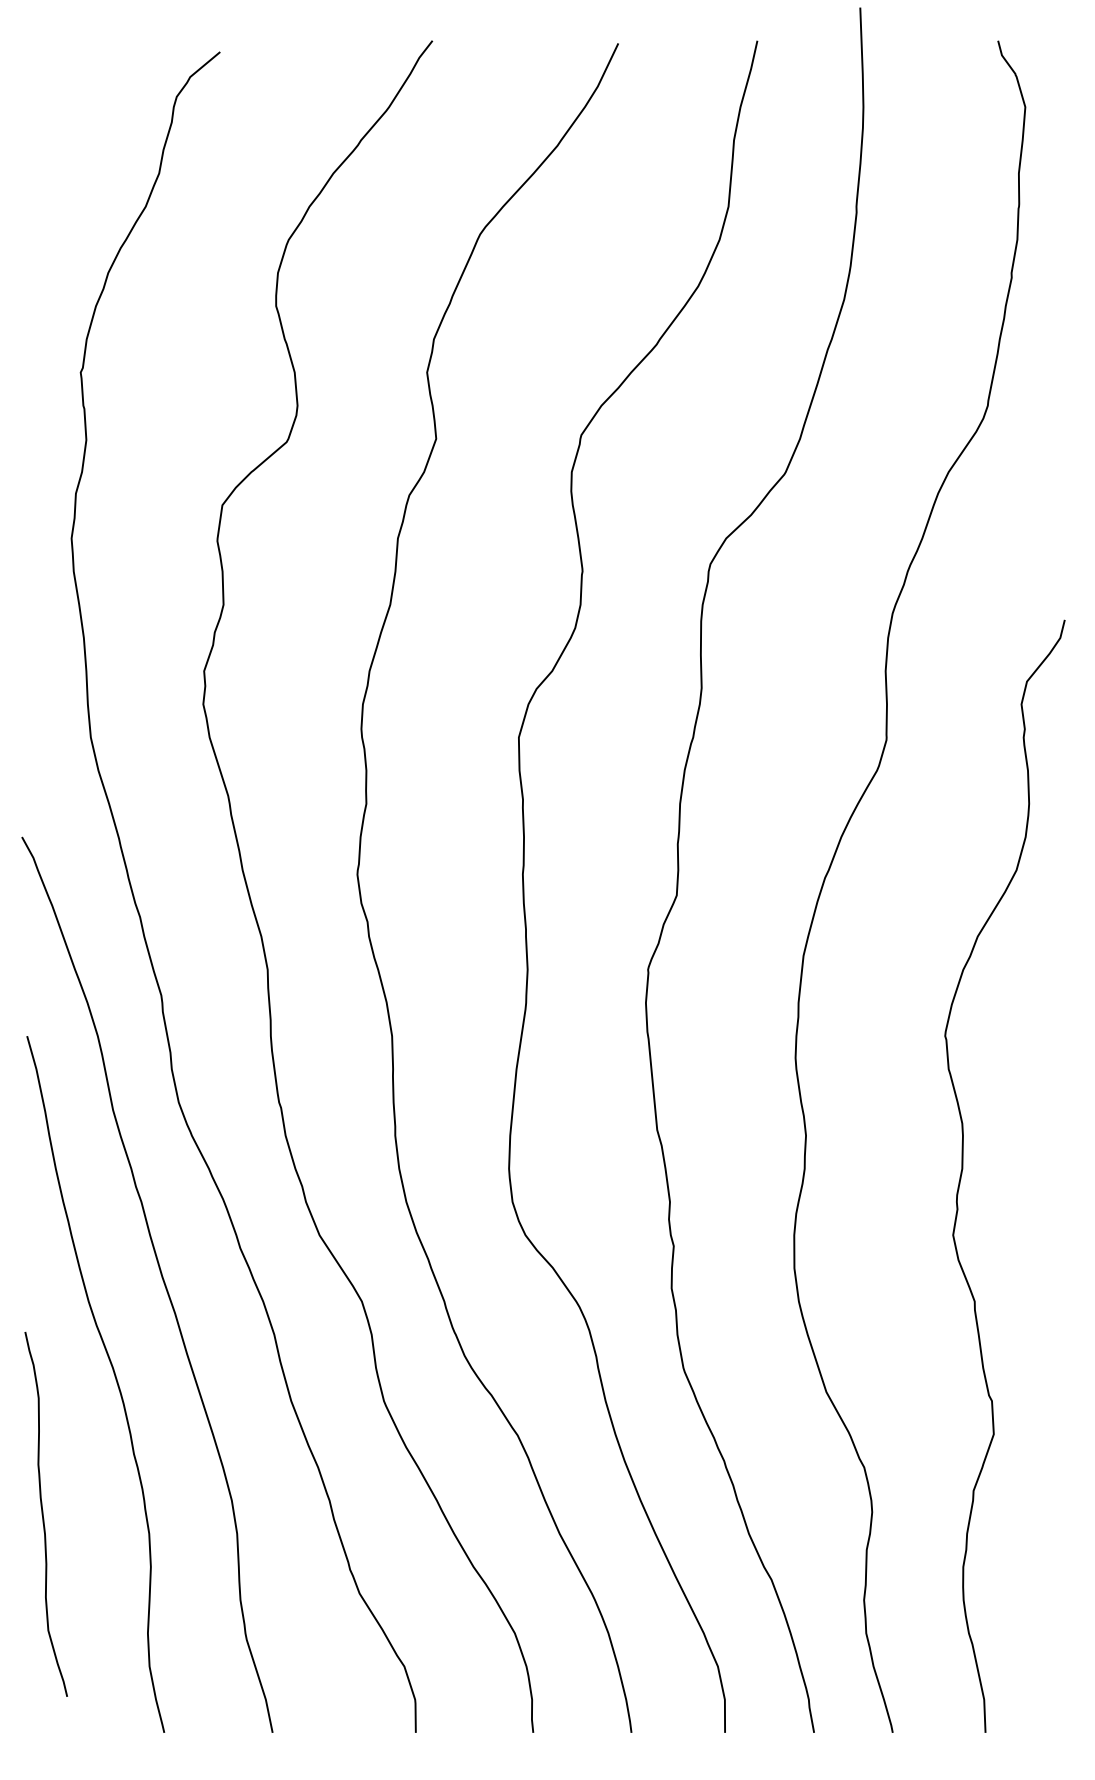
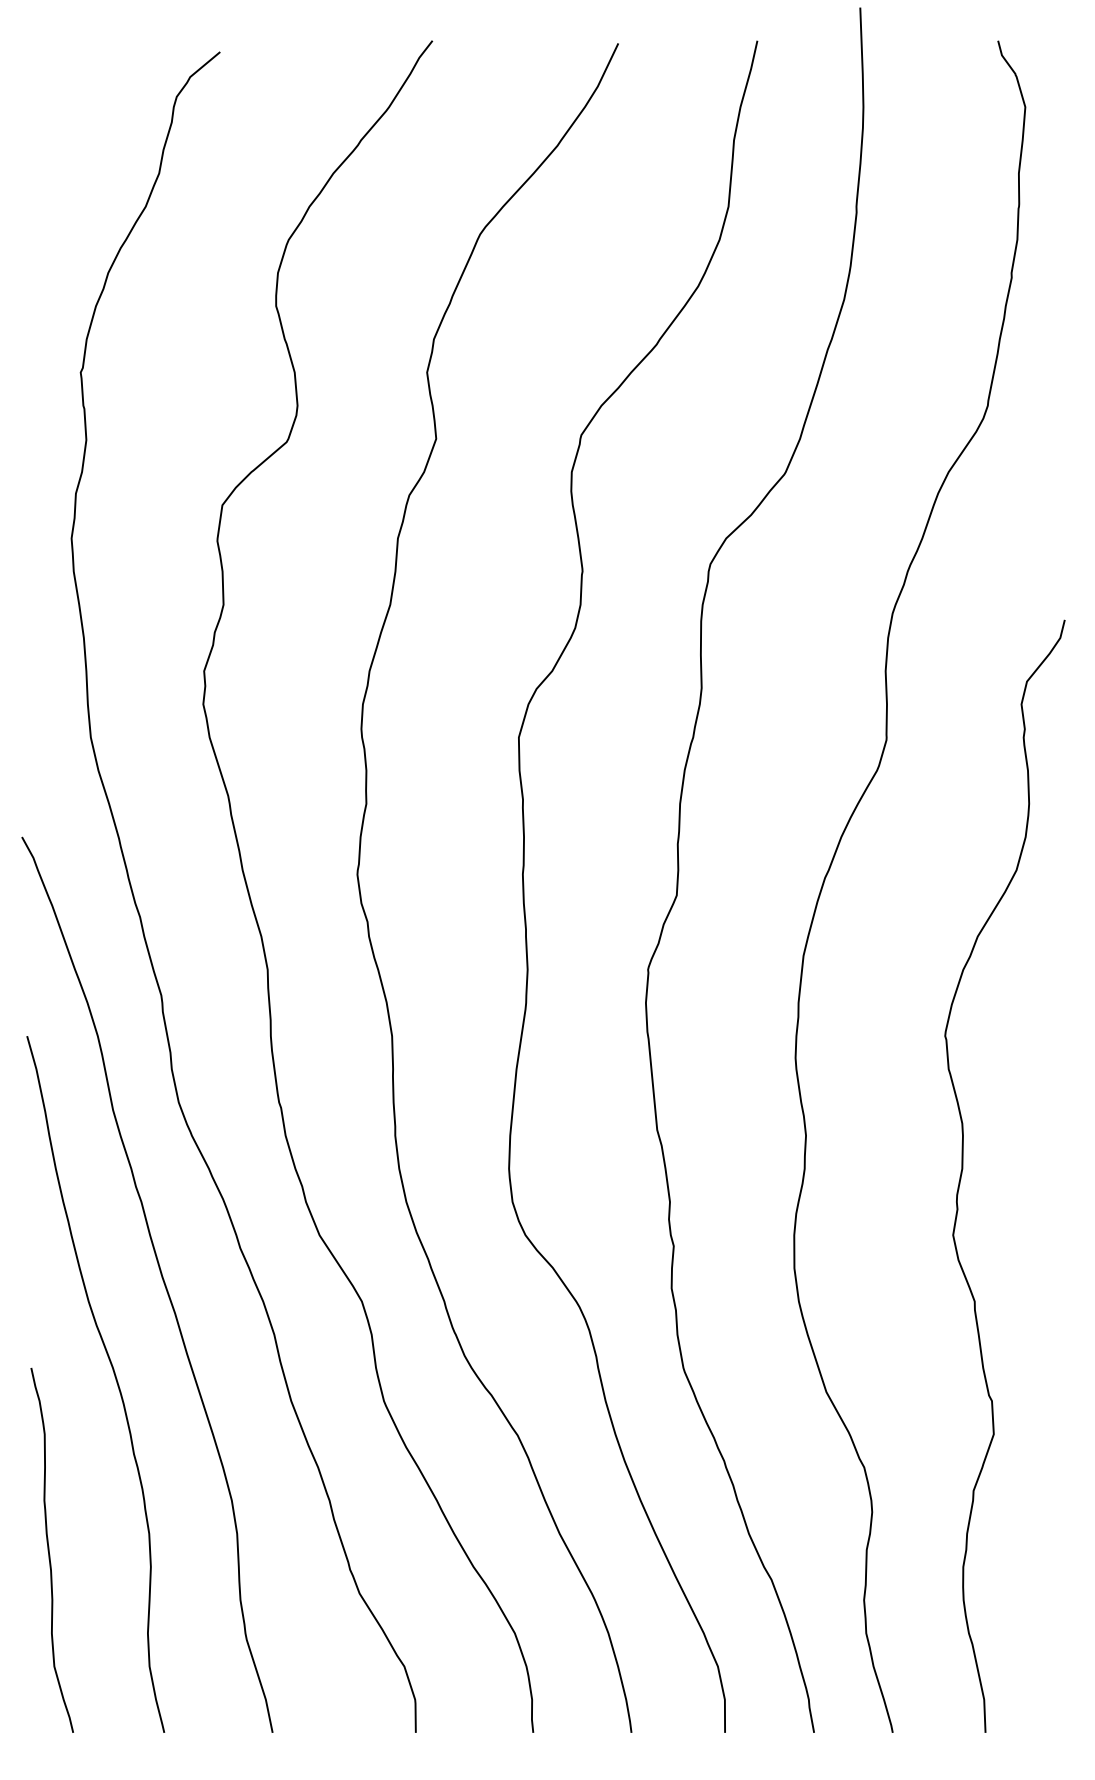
curve at (43, 1513) position: (43, 1513) -> (49, 1549)
